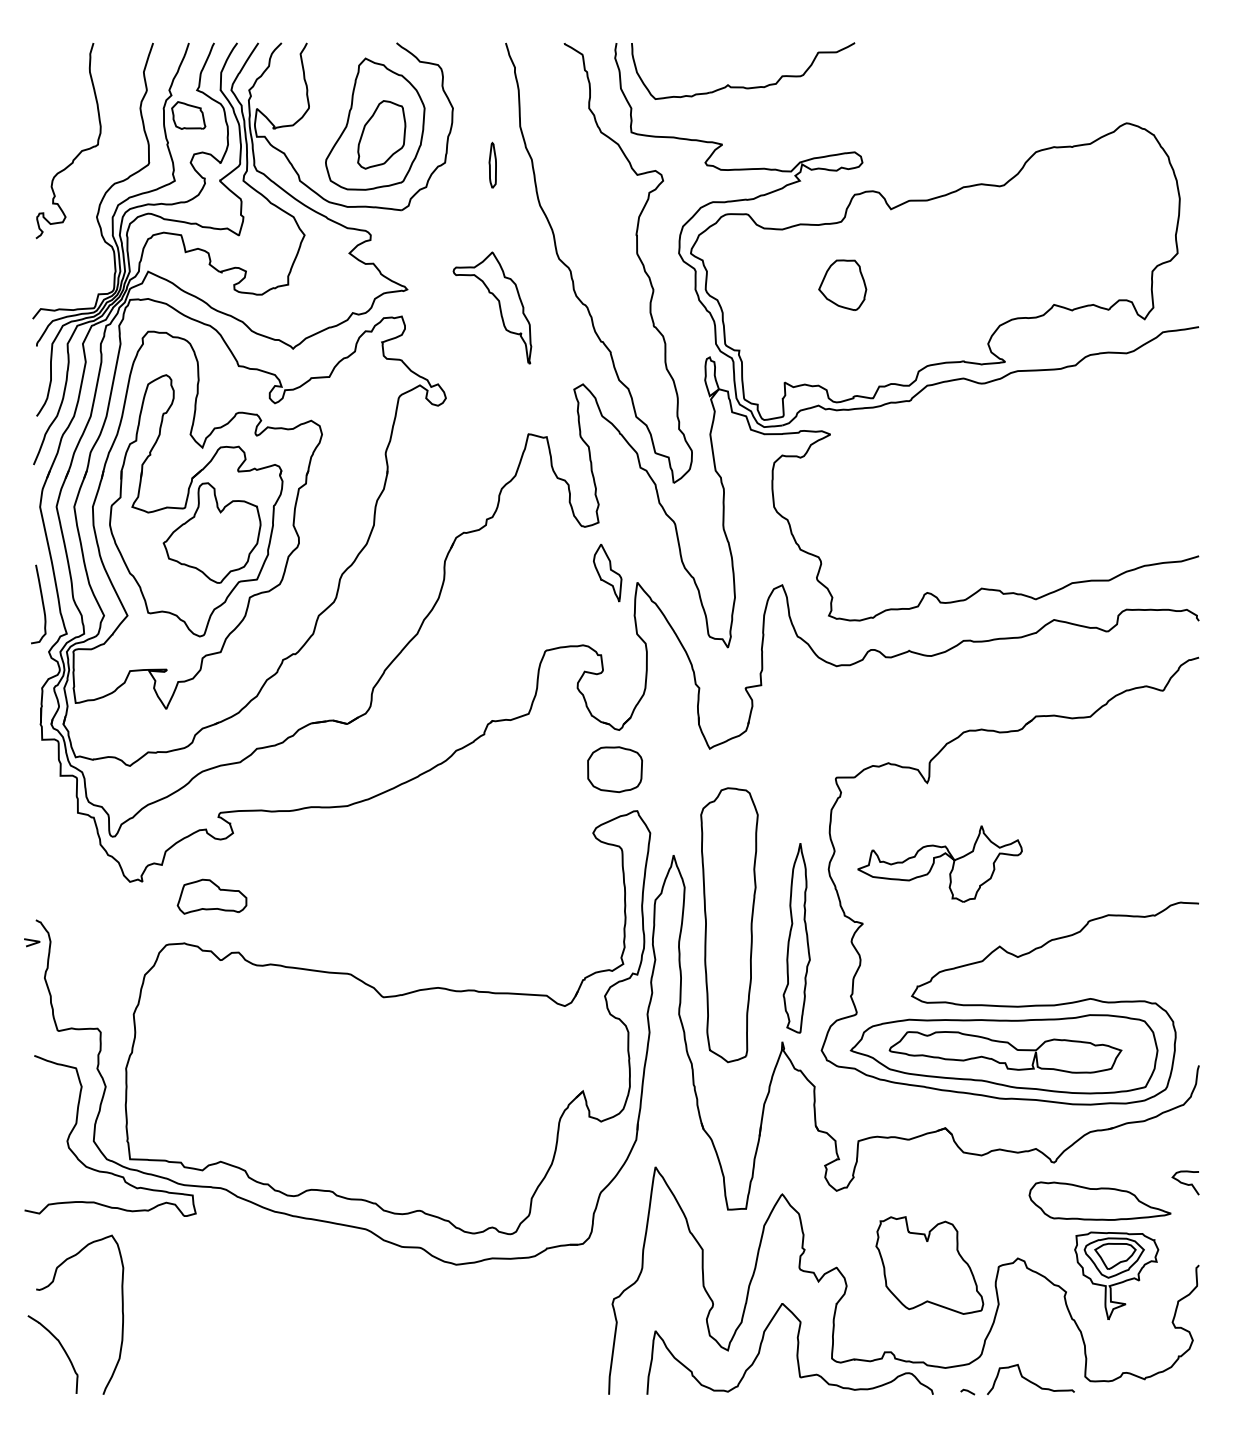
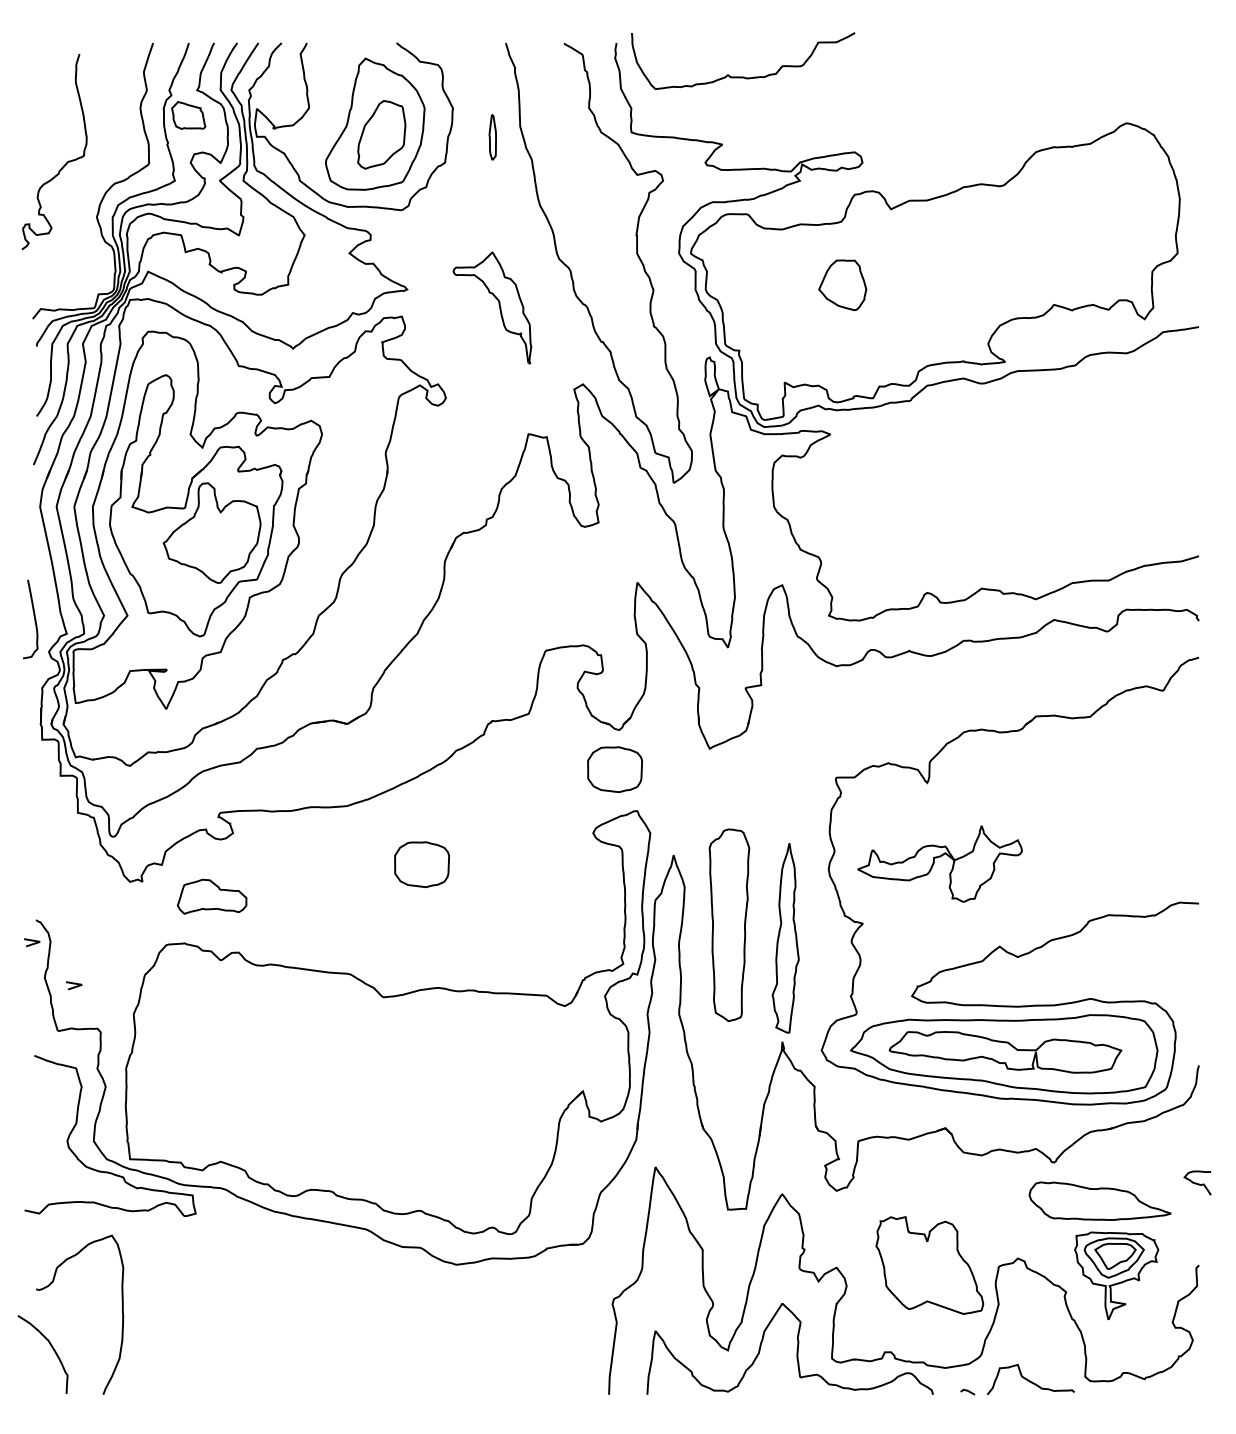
part at (743, 86) position: (743, 86) -> (743, 76)
curve at (79, 152) position: (79, 152) -> (65, 163)
part at (492, 164) position: (492, 164) -> (492, 136)
part at (607, 573): present -> none
curve at (42, 604) position: (42, 604) -> (34, 619)
part at (421, 864): none -> present
part at (729, 925) size: 59x277 px -> 43x195 px
part at (796, 938) position: (796, 938) -> (785, 938)
curve at (74, 984): none -> present
curve at (1184, 1182) position: (1184, 1182) -> (1196, 1182)
curve at (62, 1349) position: (62, 1349) -> (52, 1349)
